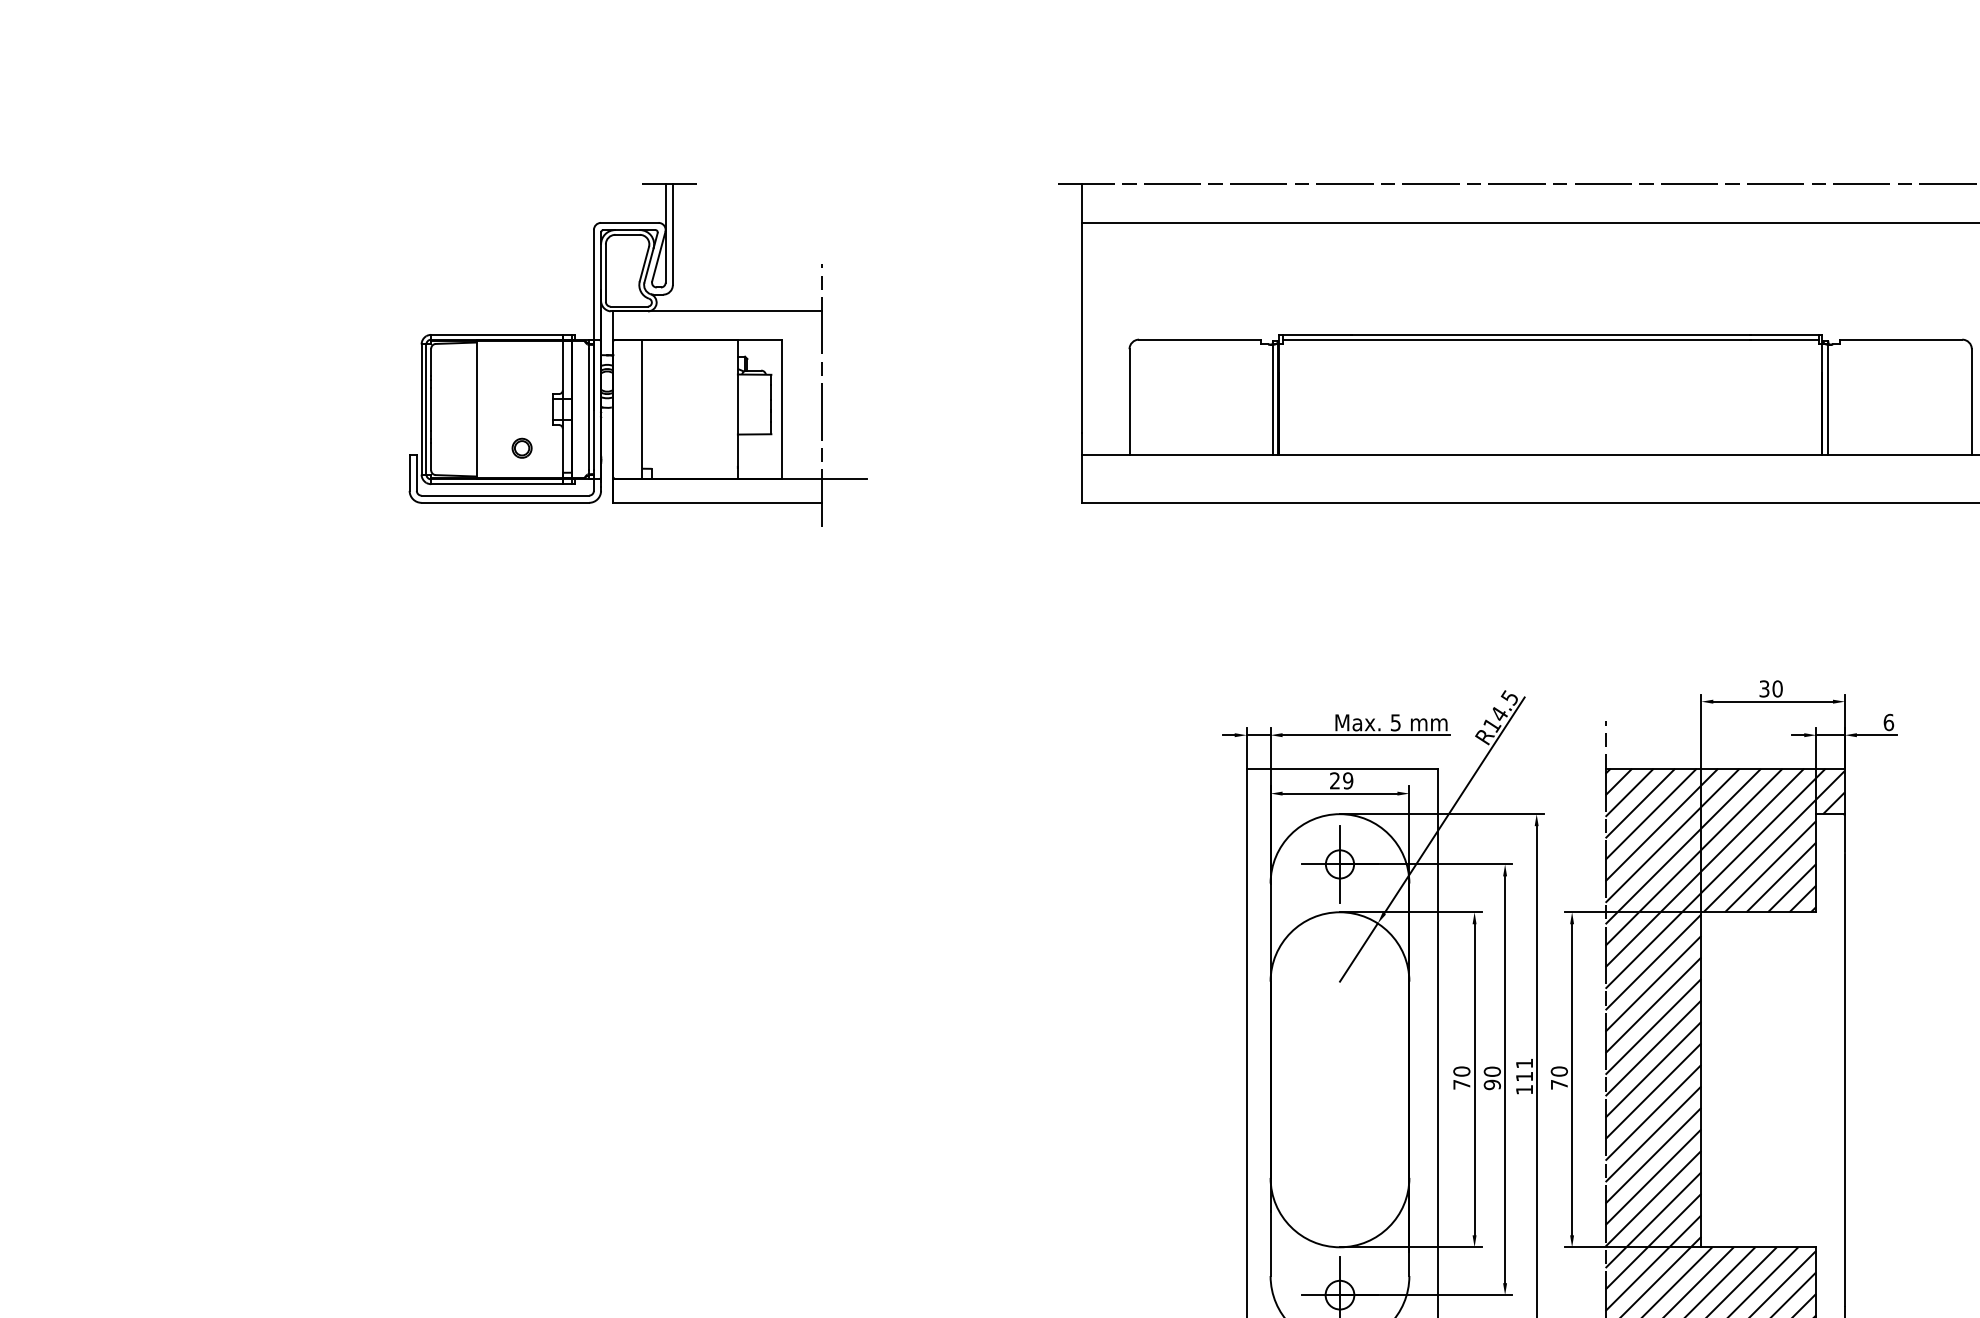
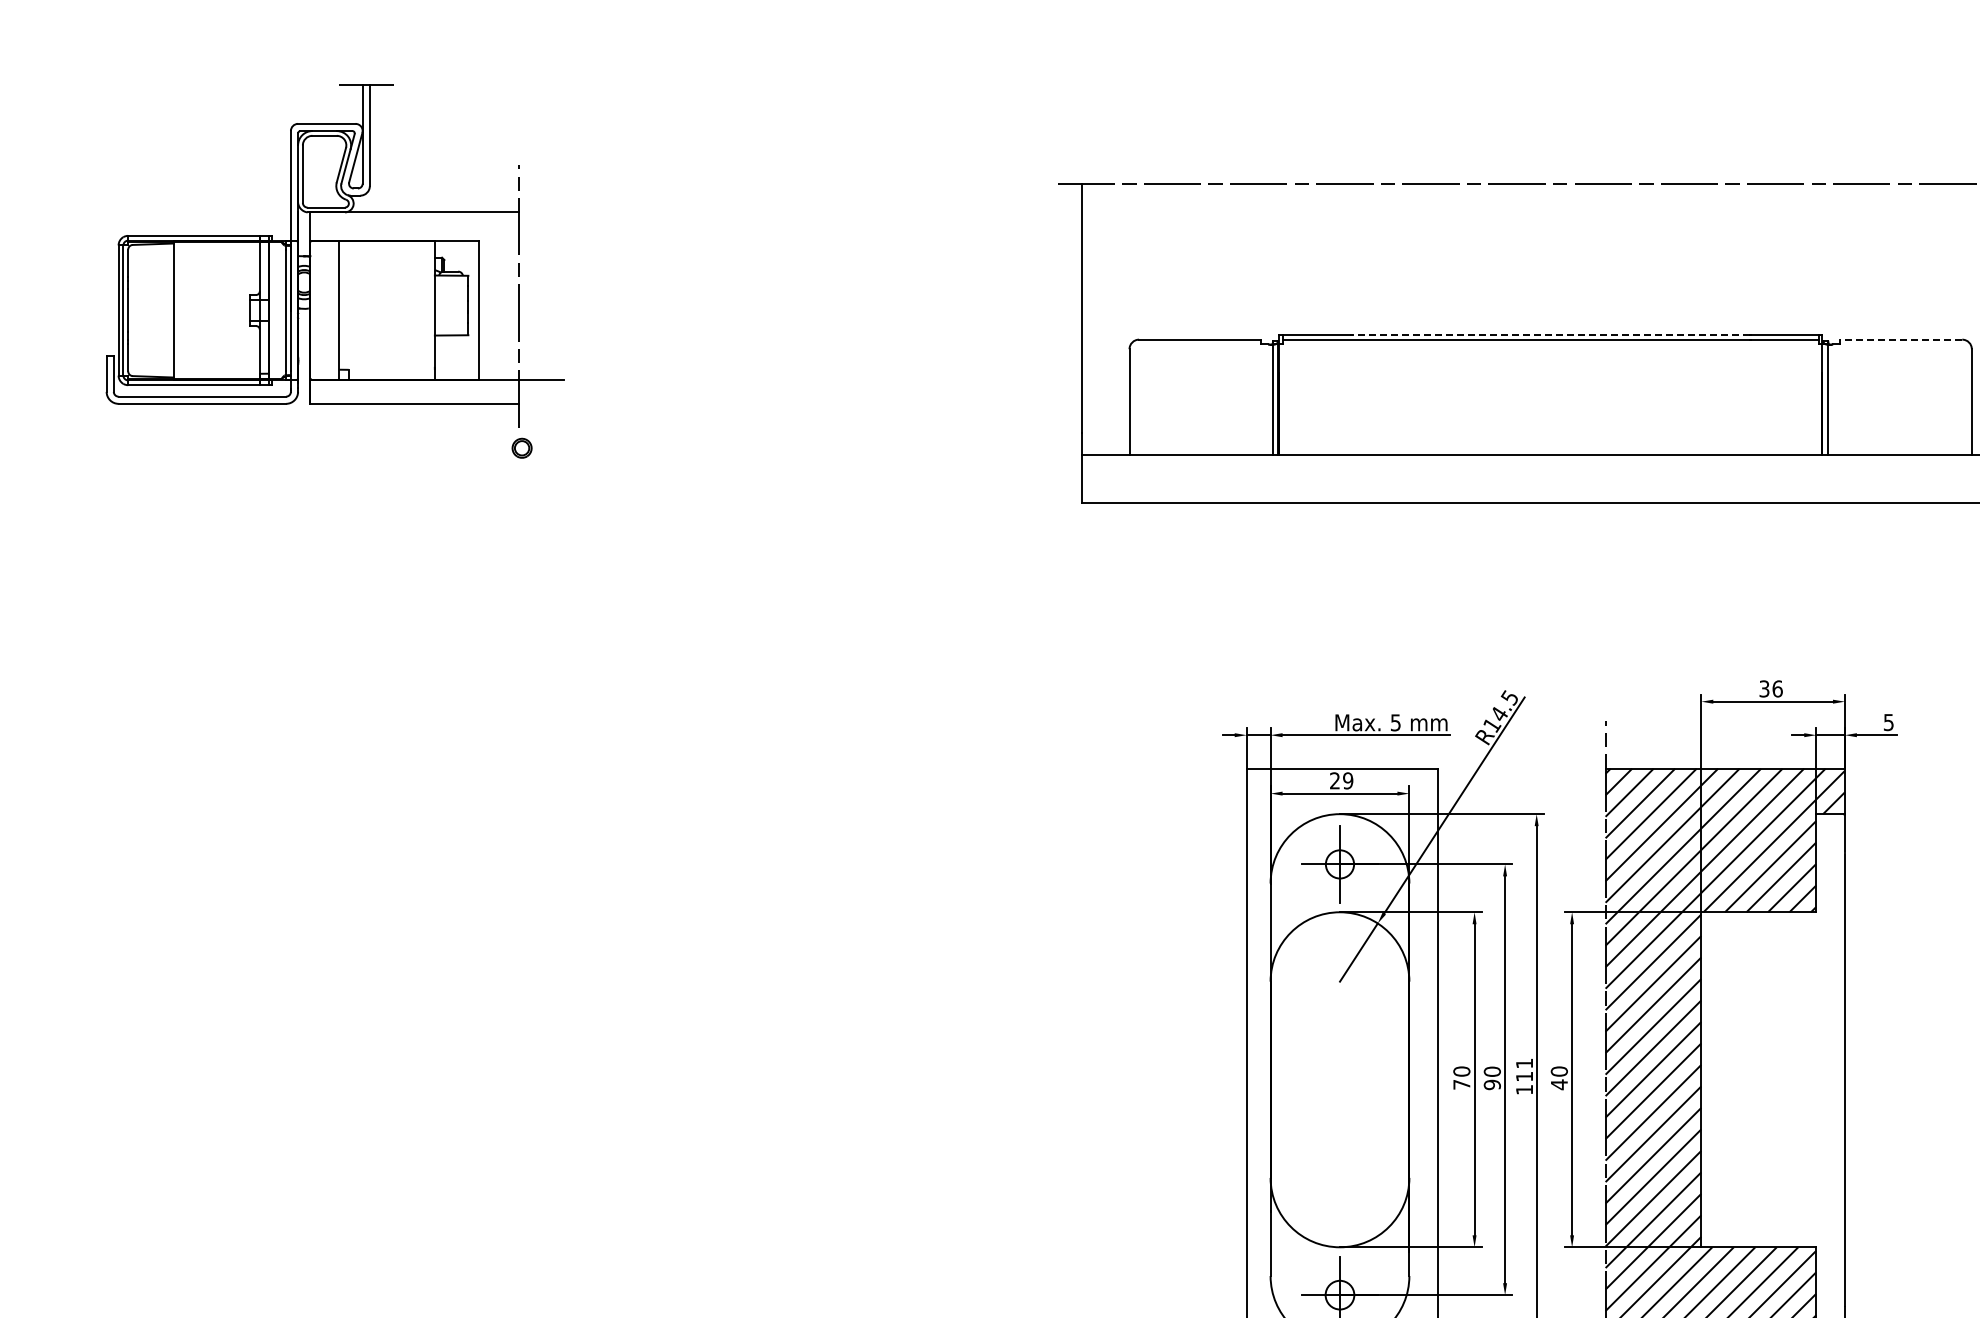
line at (1528, 222): present -> none
line at (1550, 334): solid -> dashed
line at (1900, 339): solid -> dashed
part at (637, 354) position: (637, 354) -> (334, 255)
text at (1777, 688): 30 -> 36
text at (1888, 722): 6 -> 5
text at (1559, 1084): 70 -> 40
